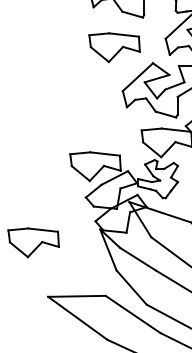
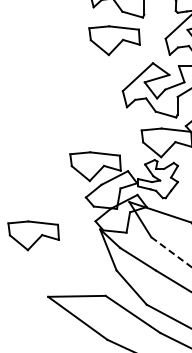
part at (114, 47) position: (114, 47) -> (114, 40)
part at (33, 242) position: (33, 242) -> (33, 235)
line at (171, 252): solid -> dashed
